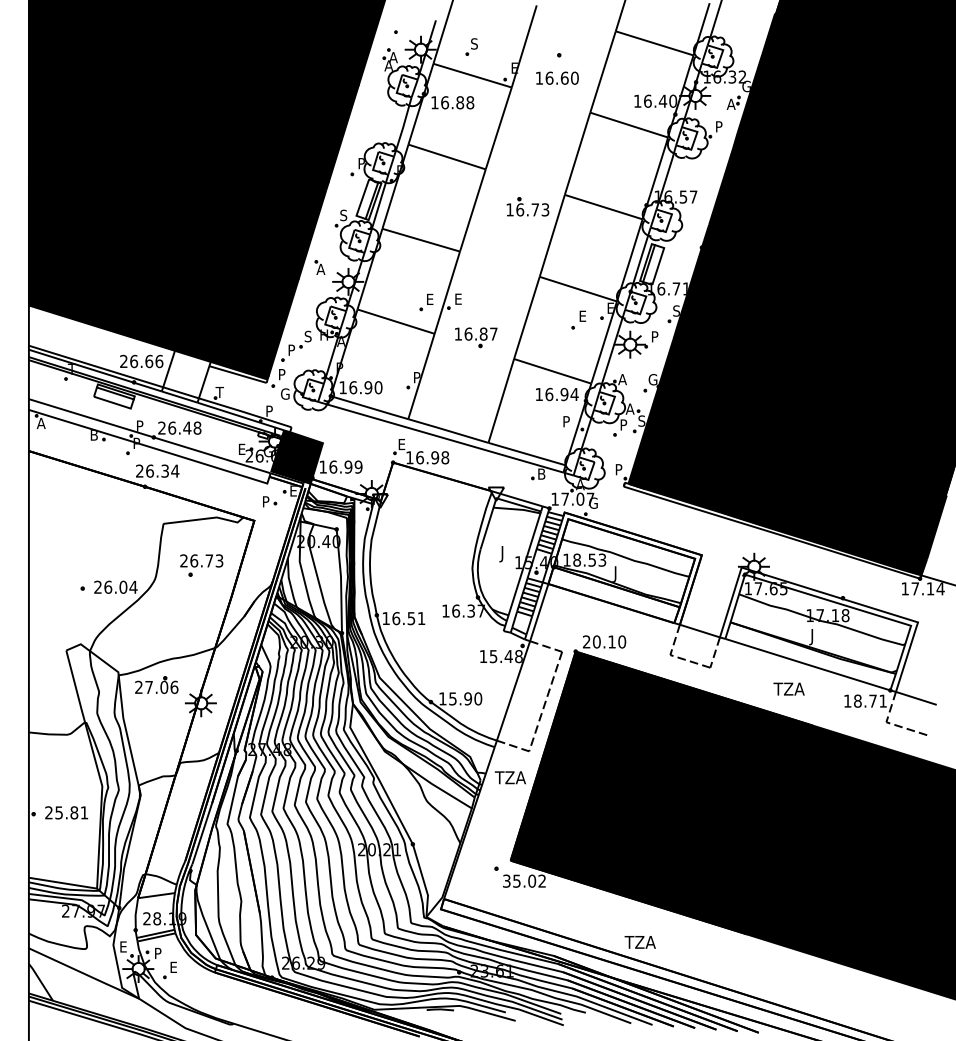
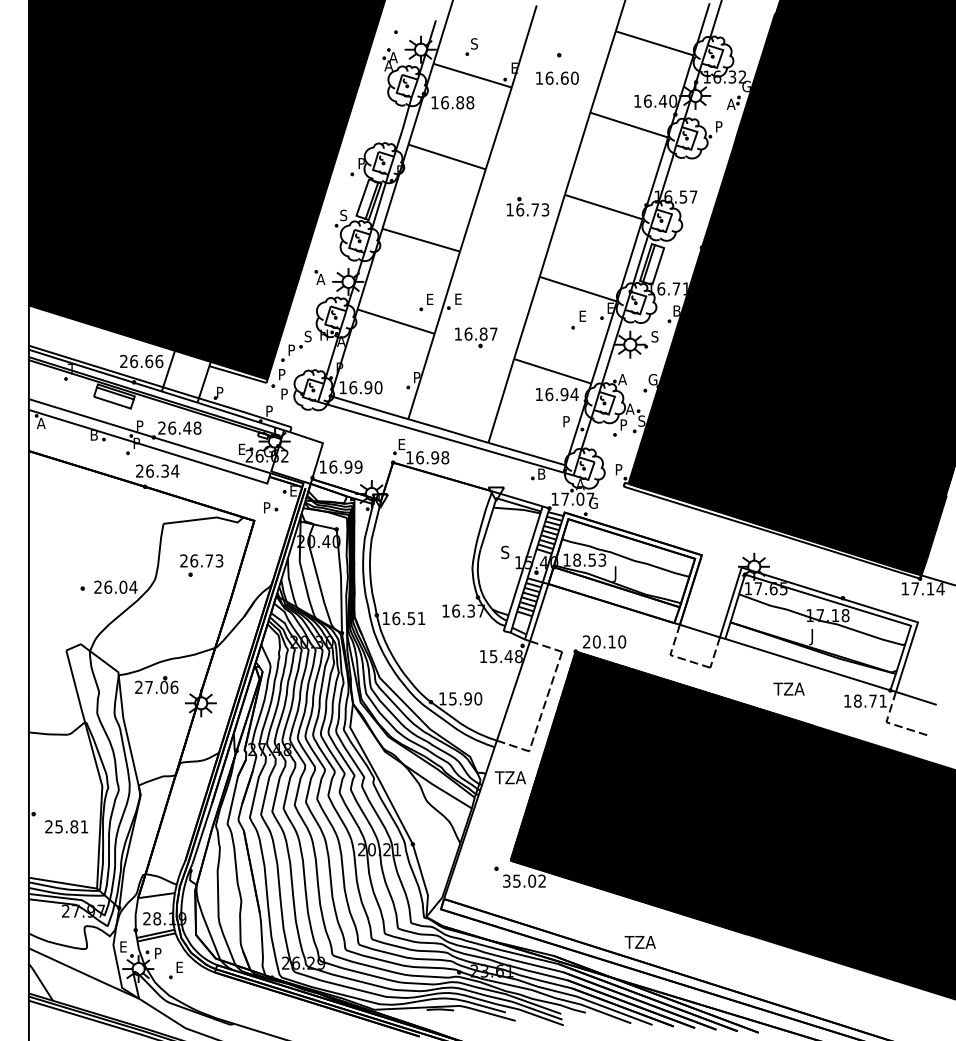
part at (319, 267) position: (319, 267) -> (319, 277)
text at (676, 310): S -> B
text at (654, 336): P -> S
text at (219, 392): T -> P
text at (285, 393): G -> P
fill at (296, 456): present -> none
part at (270, 501) position: (270, 501) -> (271, 507)
text at (504, 553): J -> S
text at (66, 812) position: (66, 812) -> (66, 826)
part at (169, 970) position: (169, 970) -> (175, 970)
